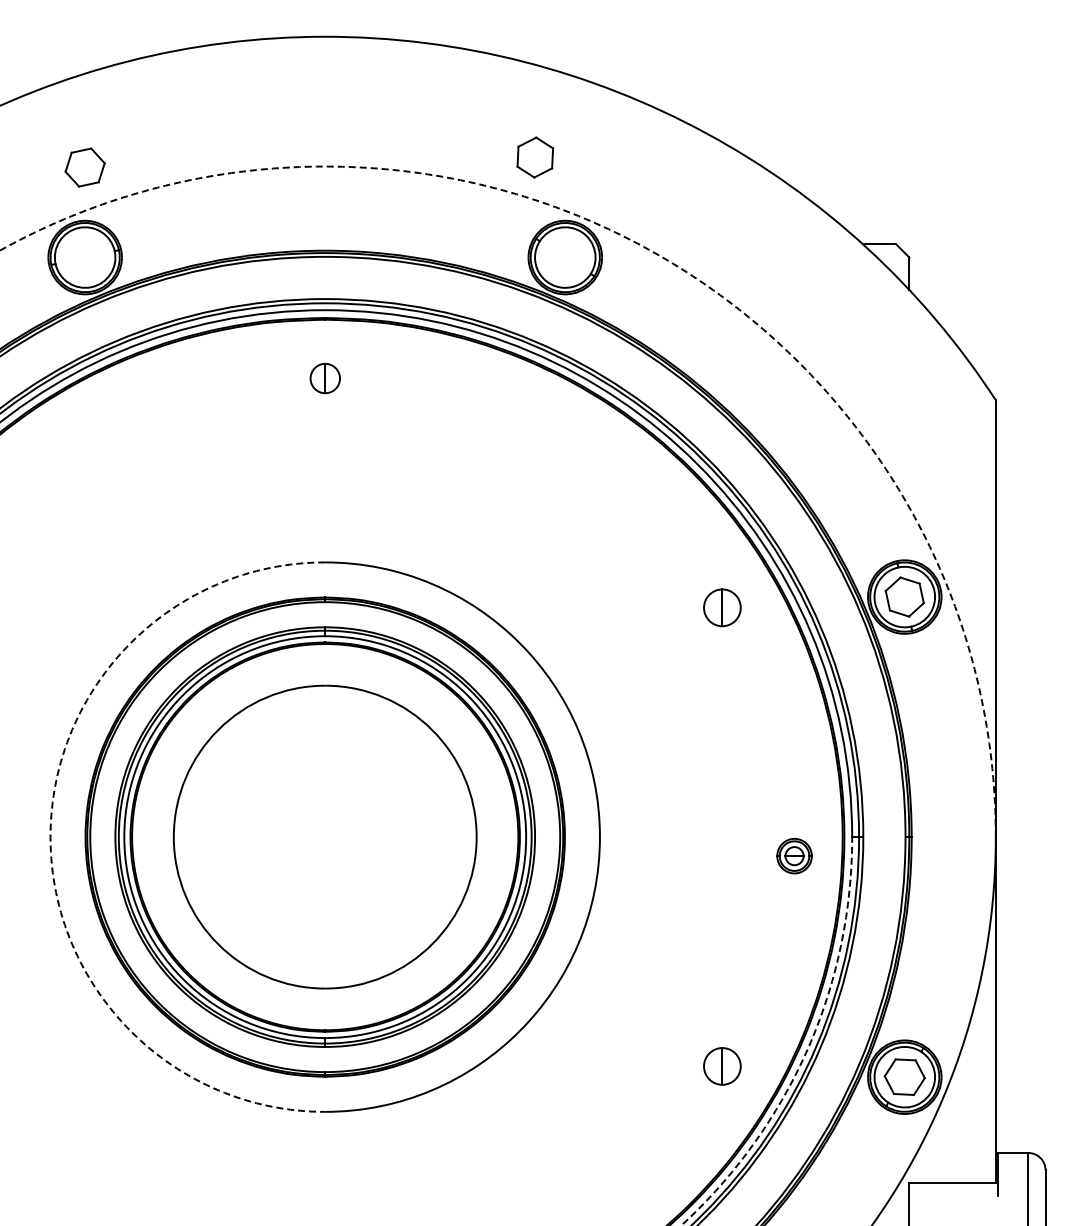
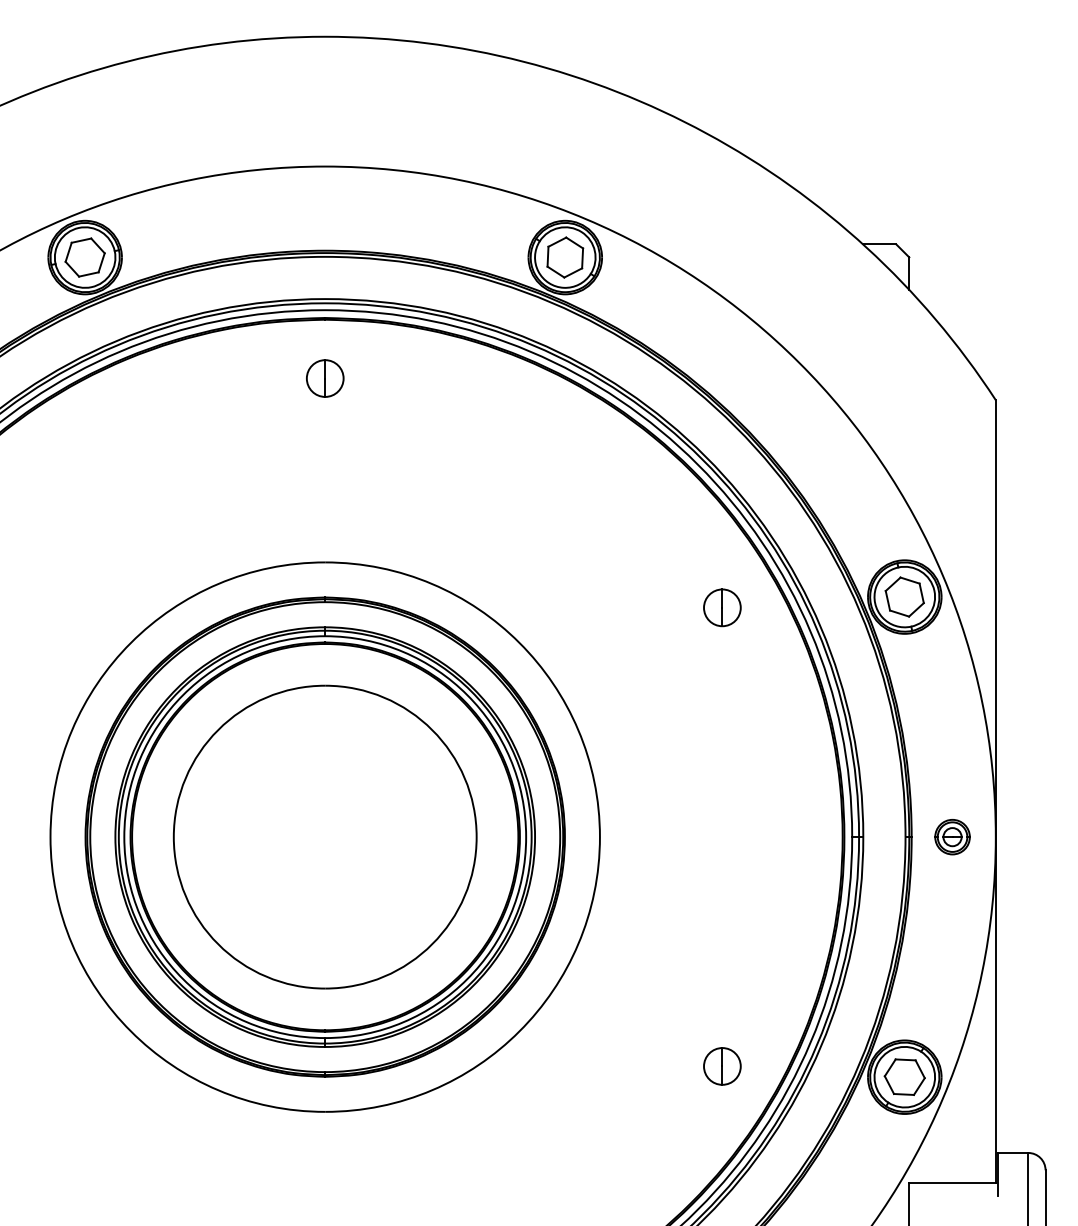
part at (535, 157) position: (535, 157) -> (565, 257)
part at (84, 167) position: (84, 167) -> (84, 257)
arc at (668, 261): dashed -> solid
part at (324, 378) size: 32x32 px -> 39x39 px
arc at (50, 837): dashed -> solid
part at (794, 856) position: (794, 856) -> (952, 837)
arc at (808, 1048): dashed -> solid
